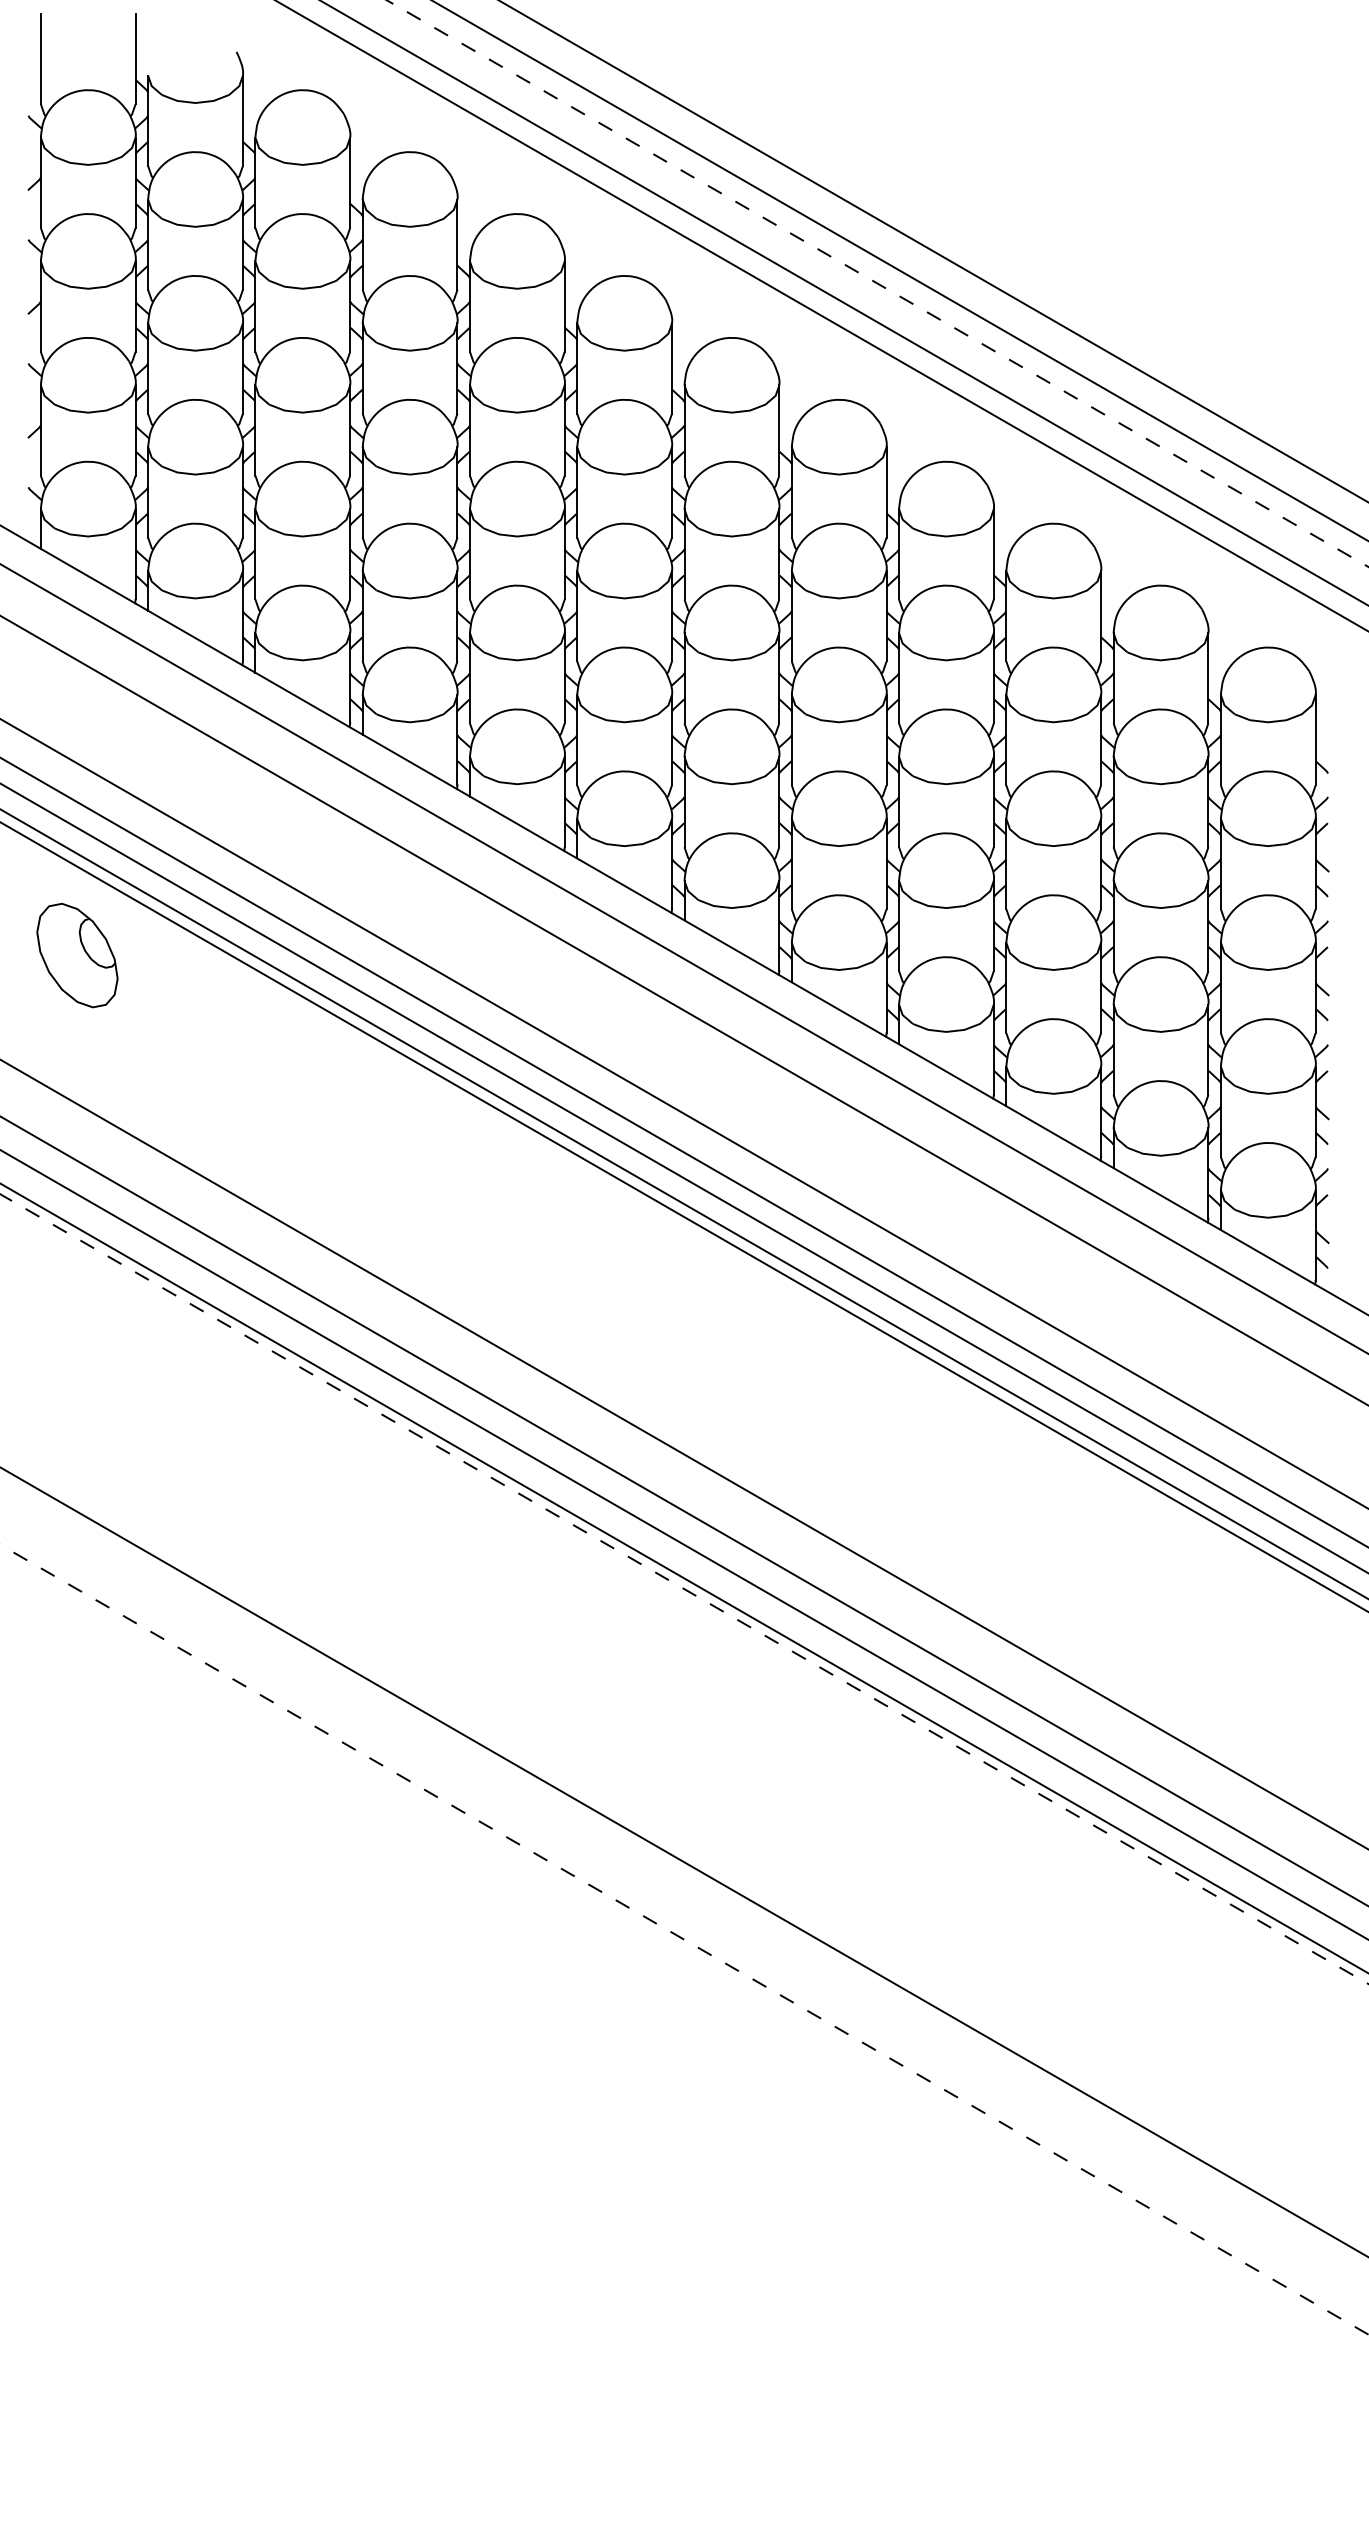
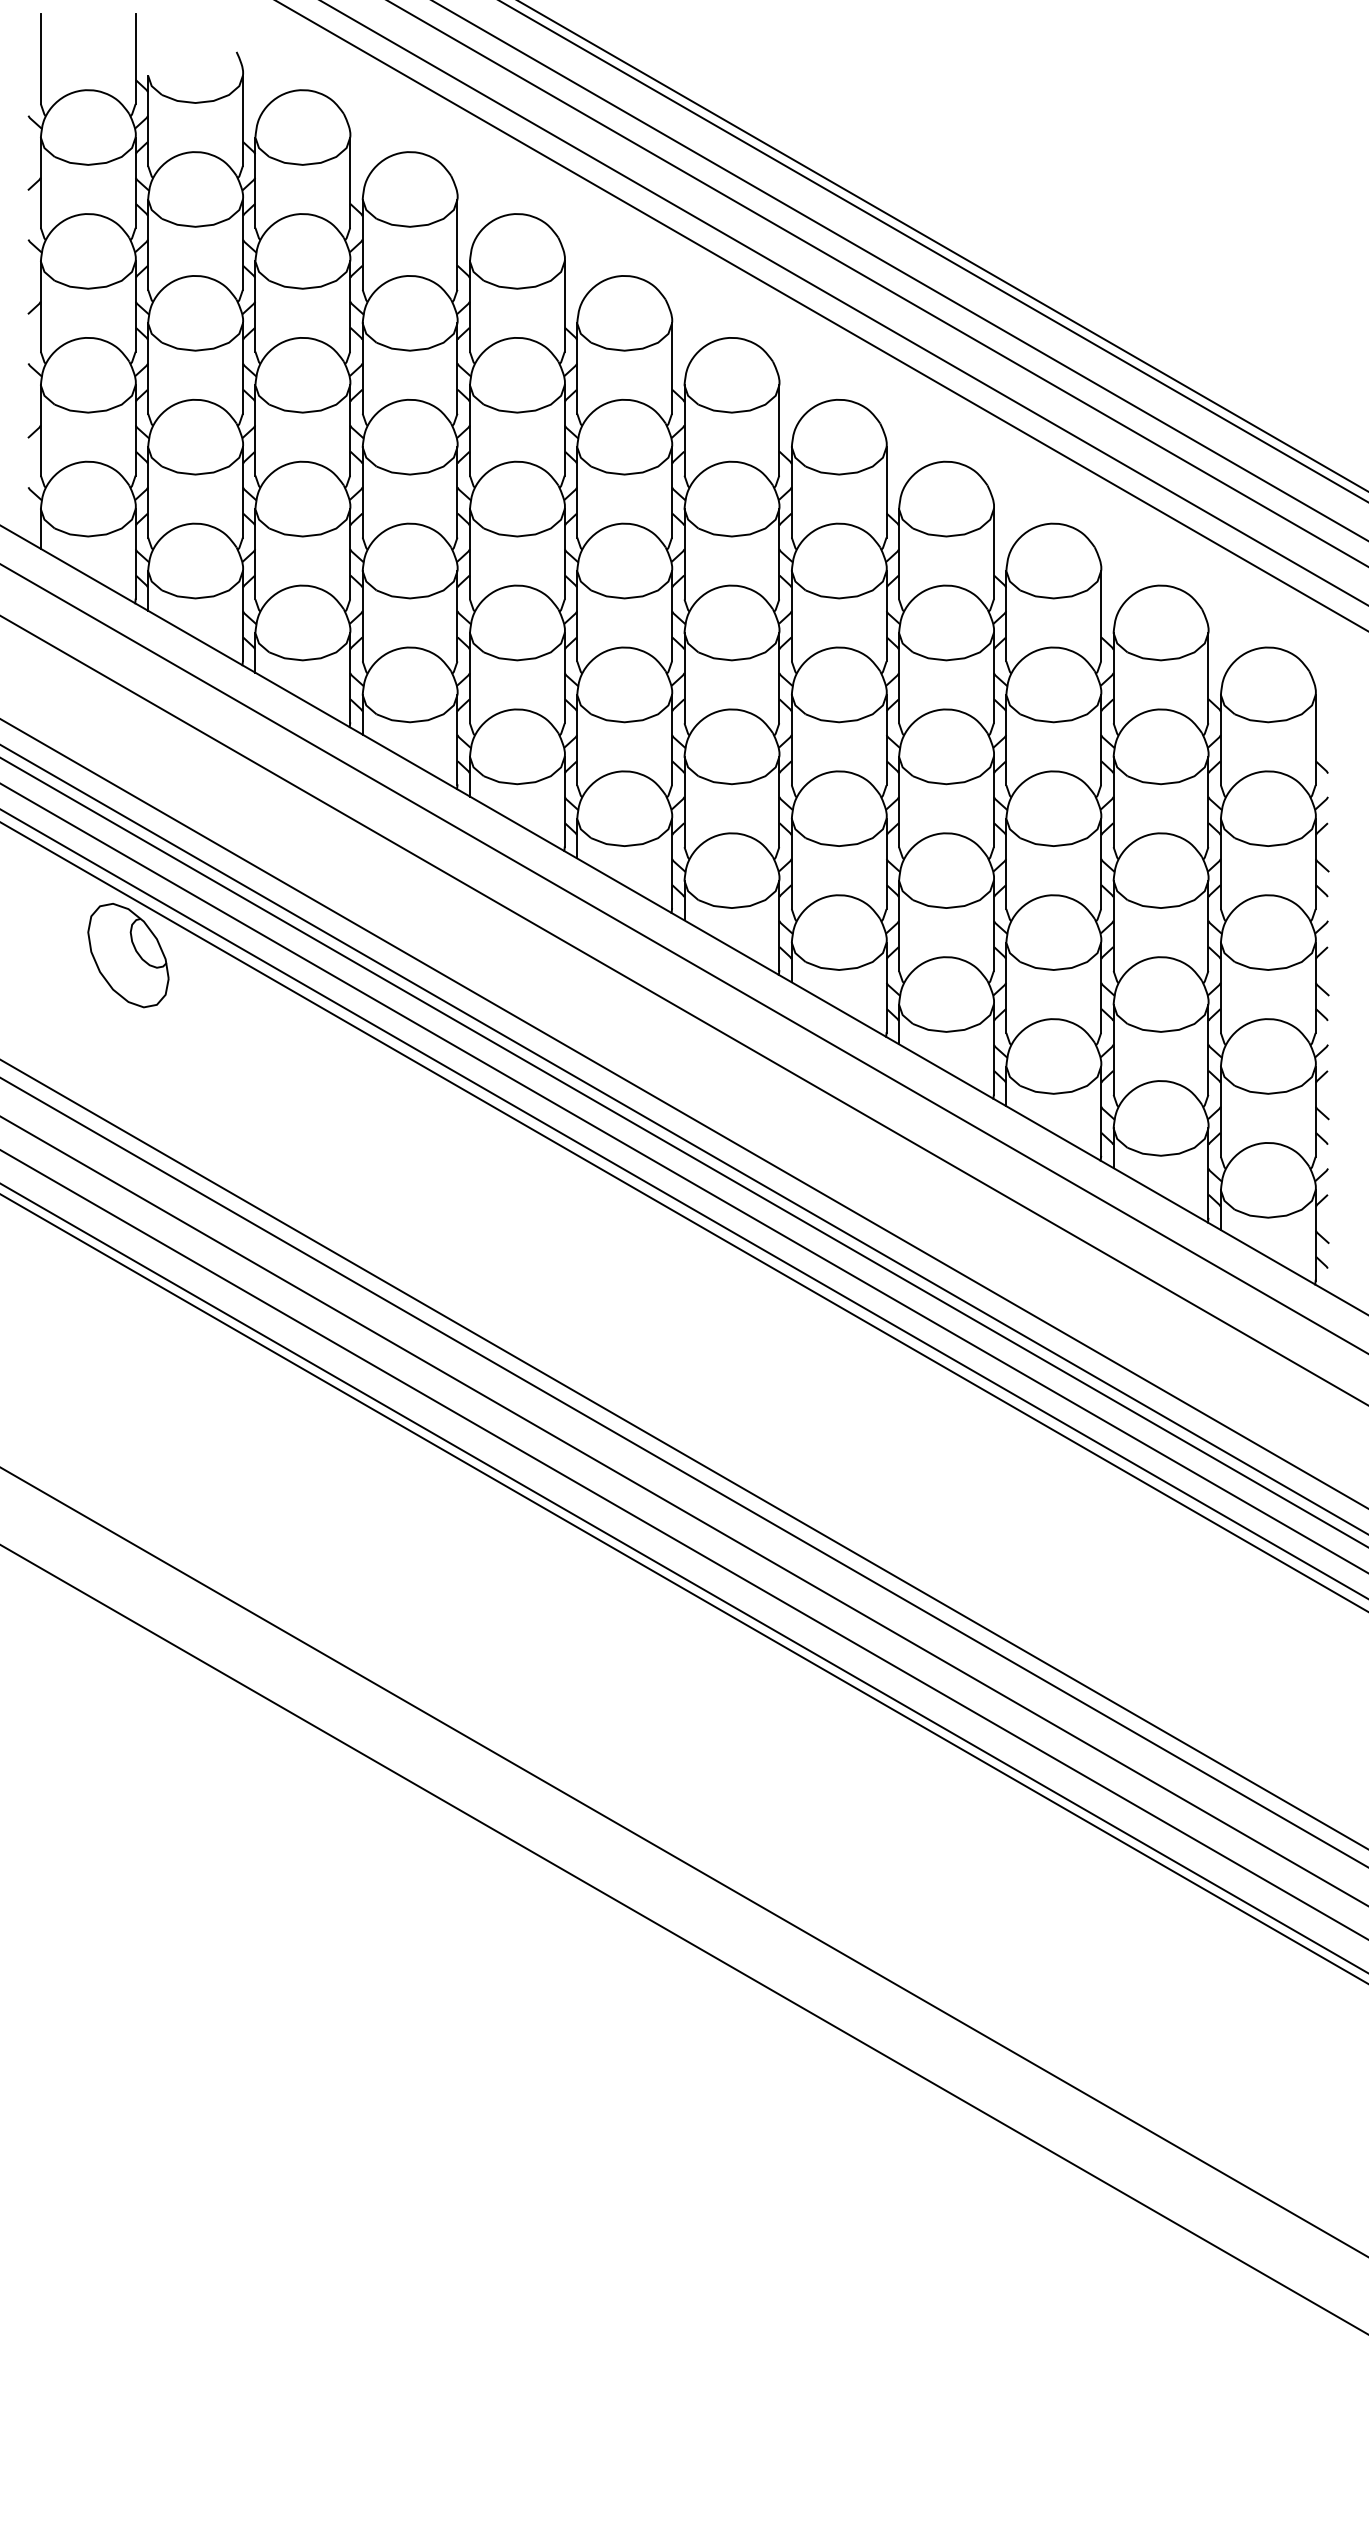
line at (942, 245): none -> present
line at (877, 283): dashed -> solid
part at (77, 955) position: (77, 955) -> (128, 955)
line at (683, 1138): none -> present
line at (683, 1471): none -> present
line at (684, 1589): dashed -> solid
line at (684, 1939): dashed -> solid
